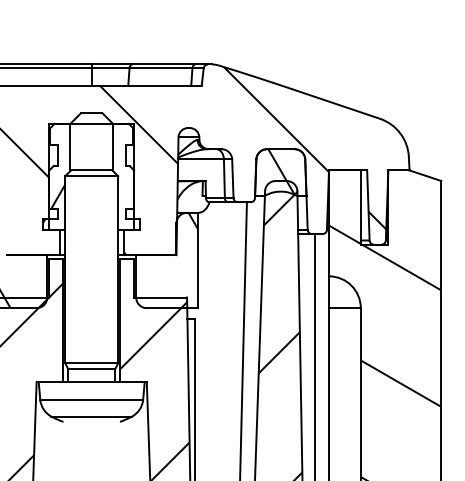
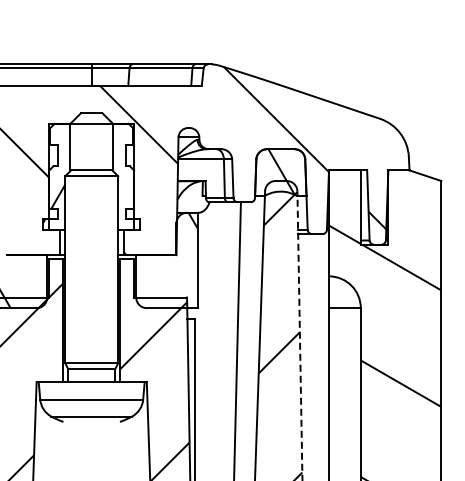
line at (299, 336): solid -> dashed
line at (243, 339) position: (243, 339) -> (237, 339)
line at (315, 355): present -> none
